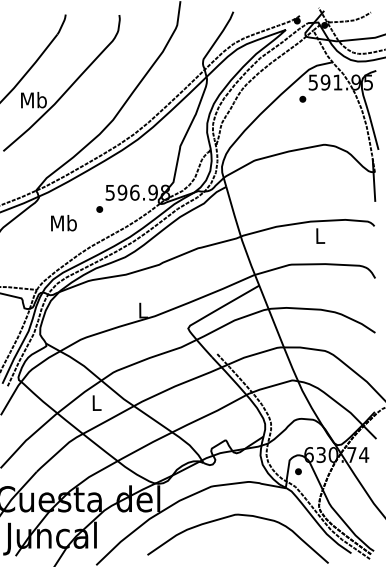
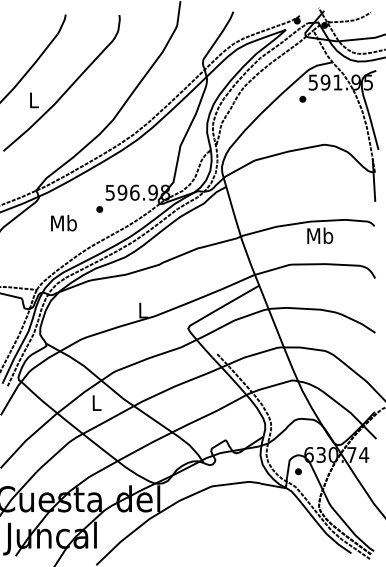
text at (33, 99): Mb -> L
text at (320, 235): L -> Mb
curve at (233, 516): present -> none
